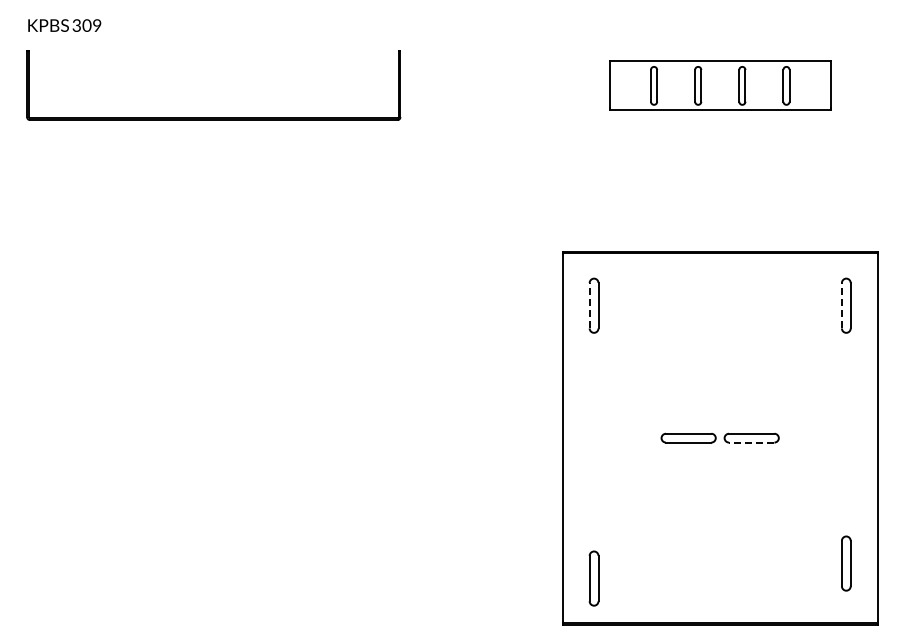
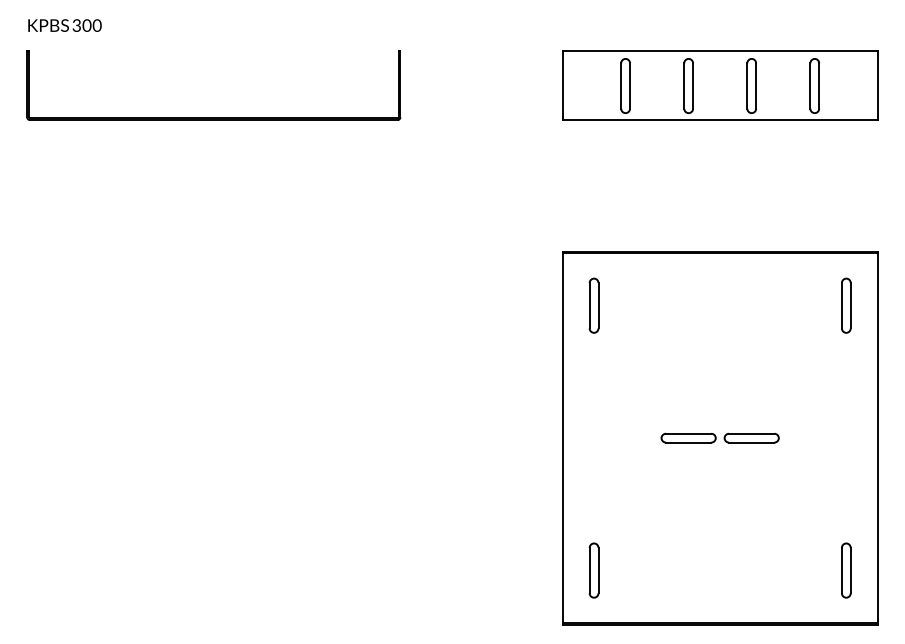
text at (96, 26): 309 -> 300
part at (720, 85) size: 223x51 px -> 317x71 px
line at (589, 305): dashed -> solid
line at (841, 305): dashed -> solid
line at (751, 442): dashed -> solid
part at (846, 563) position: (846, 563) -> (846, 570)
part at (593, 578) position: (593, 578) -> (593, 570)
